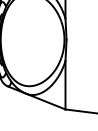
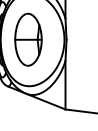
part at (28, 39): none -> present
